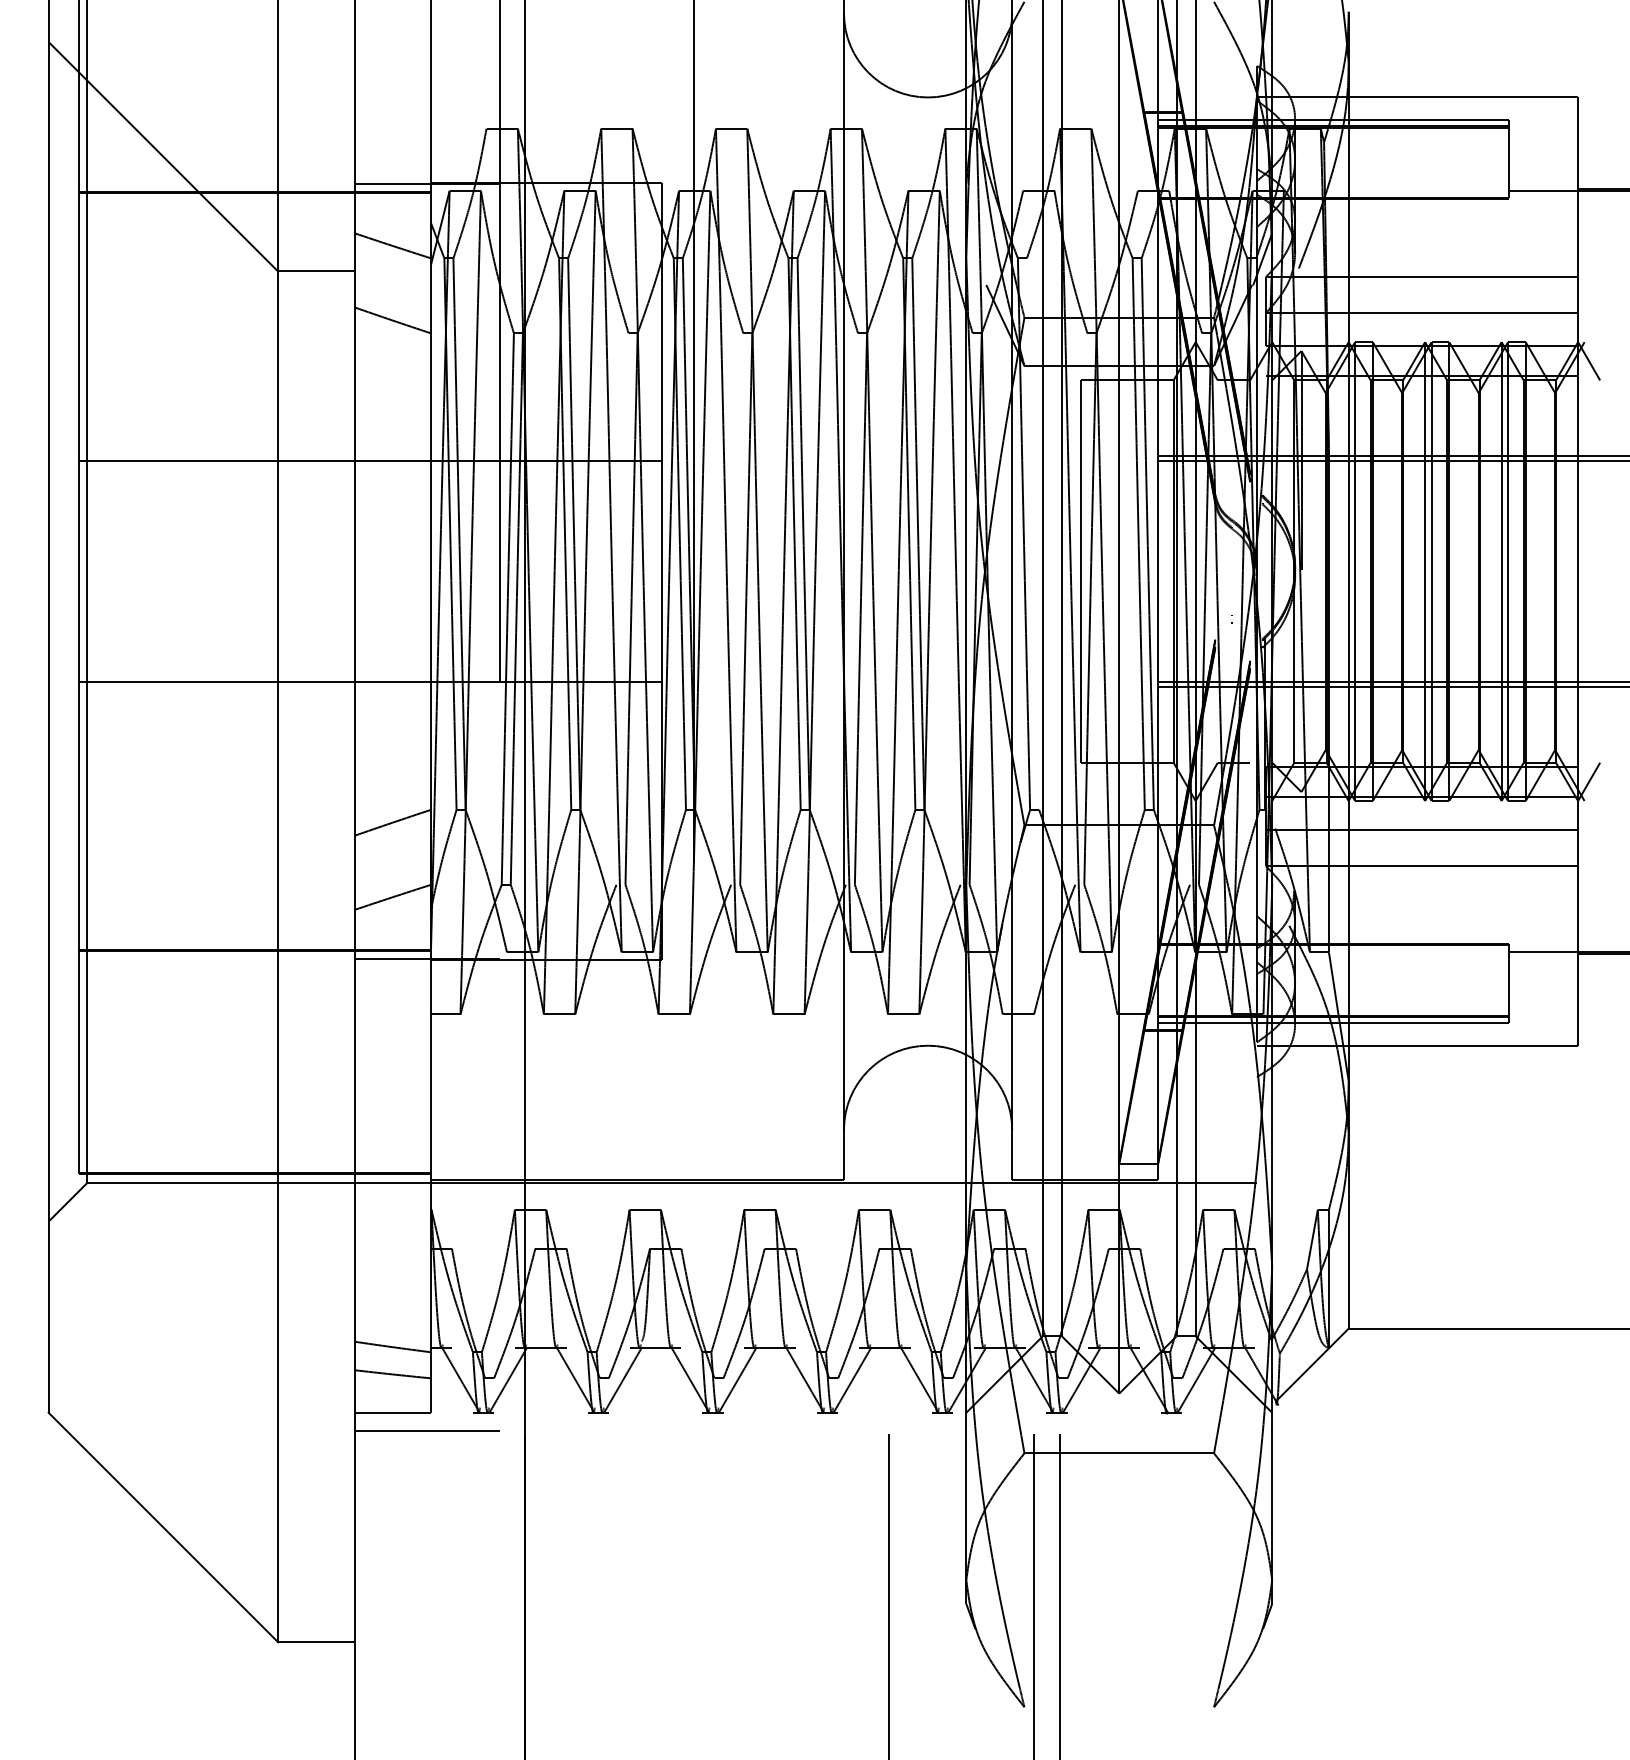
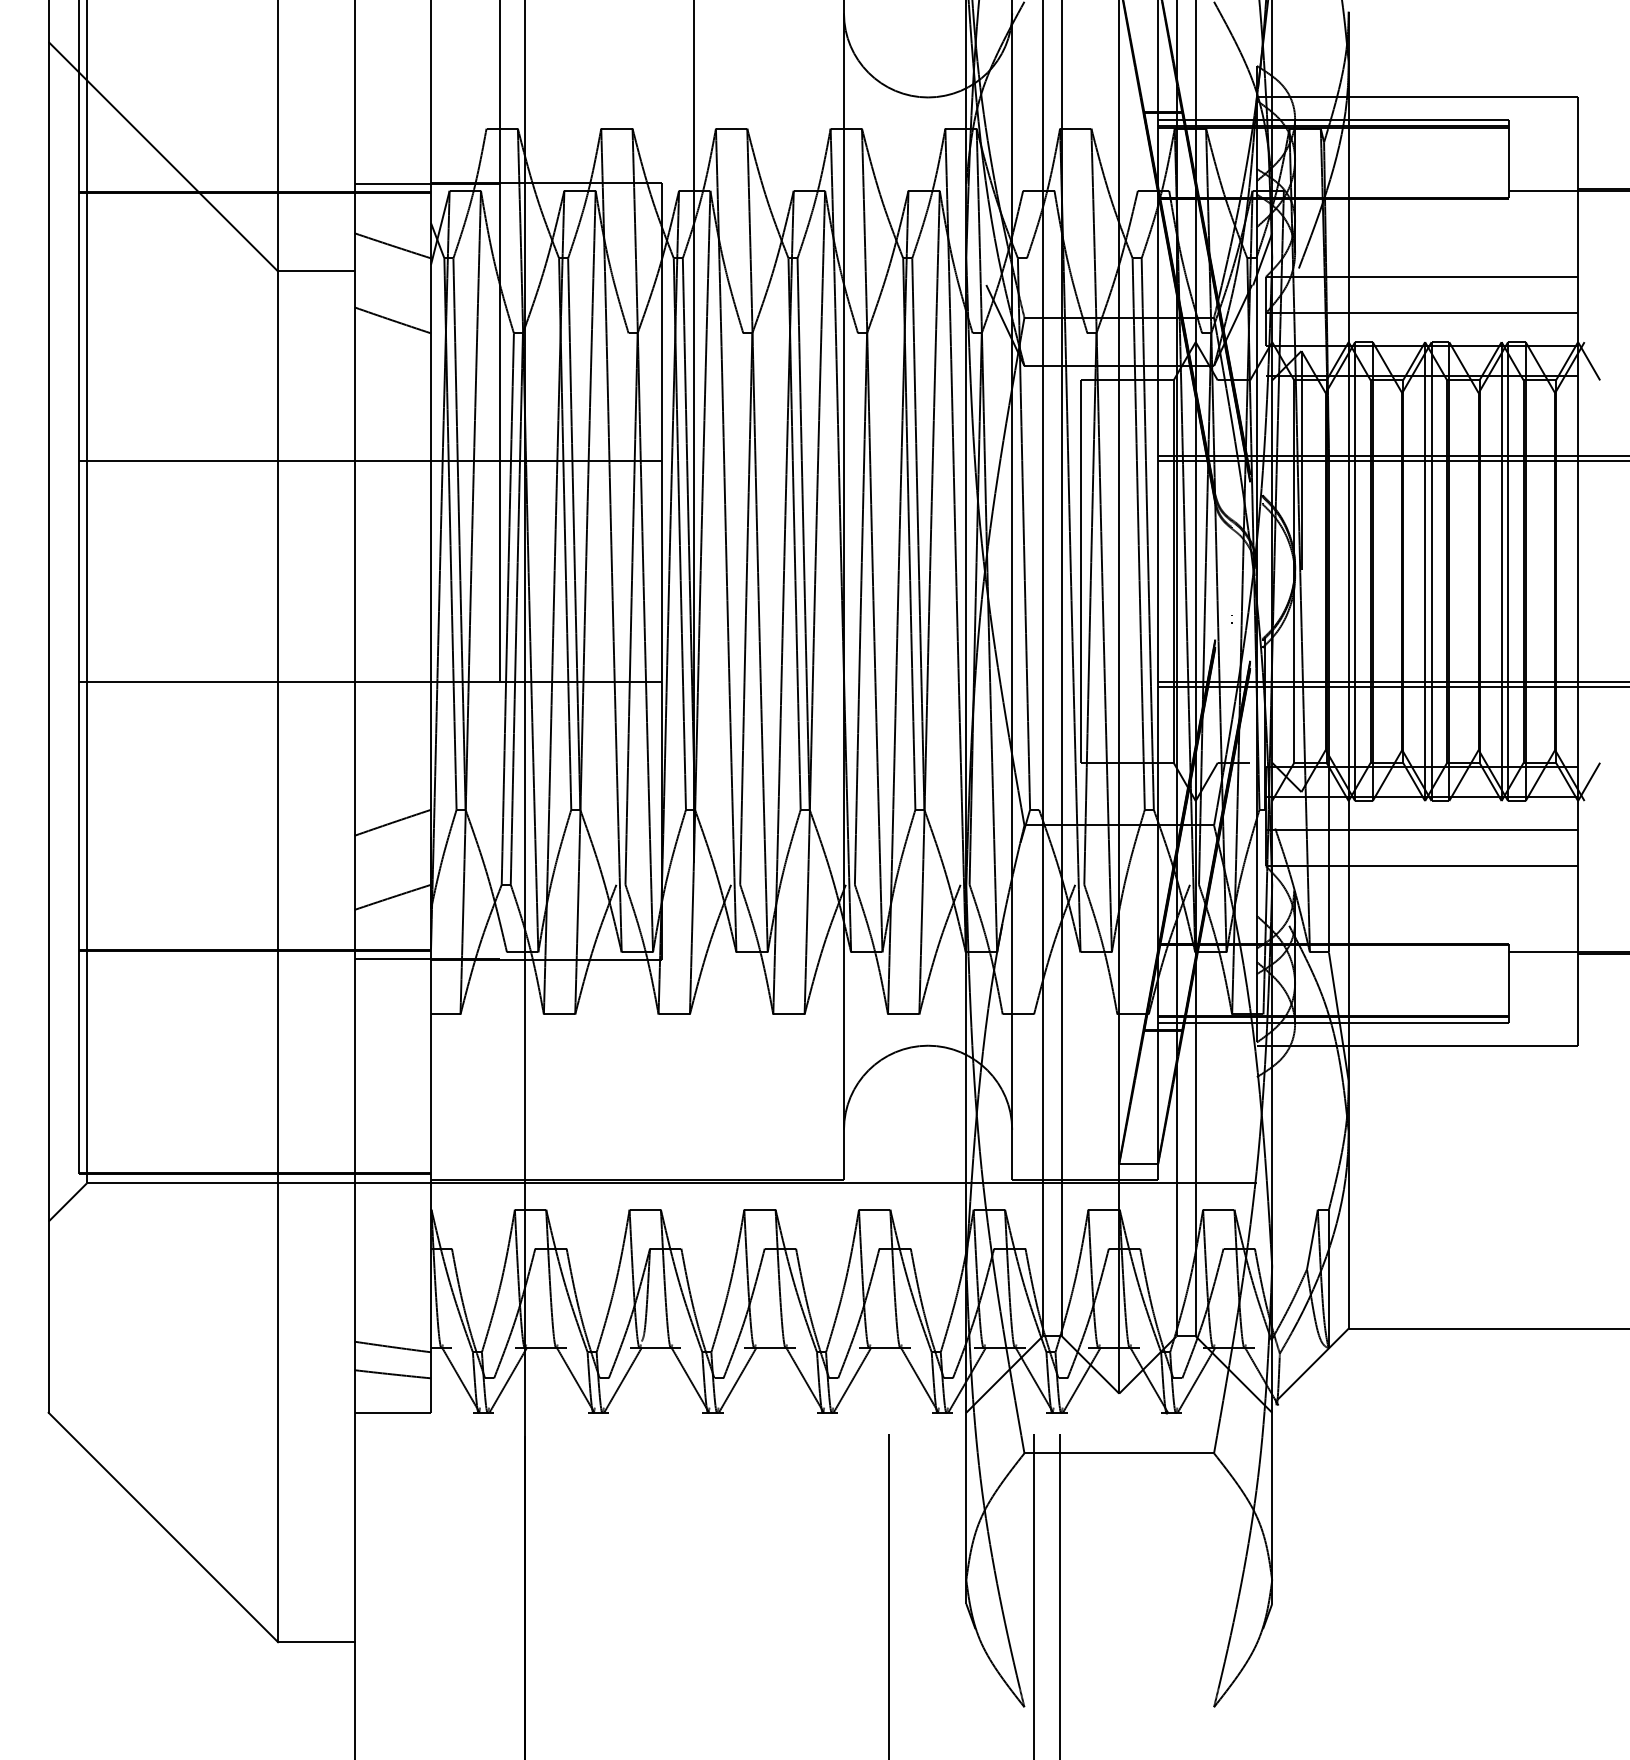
line at (426, 1431): present -> none
